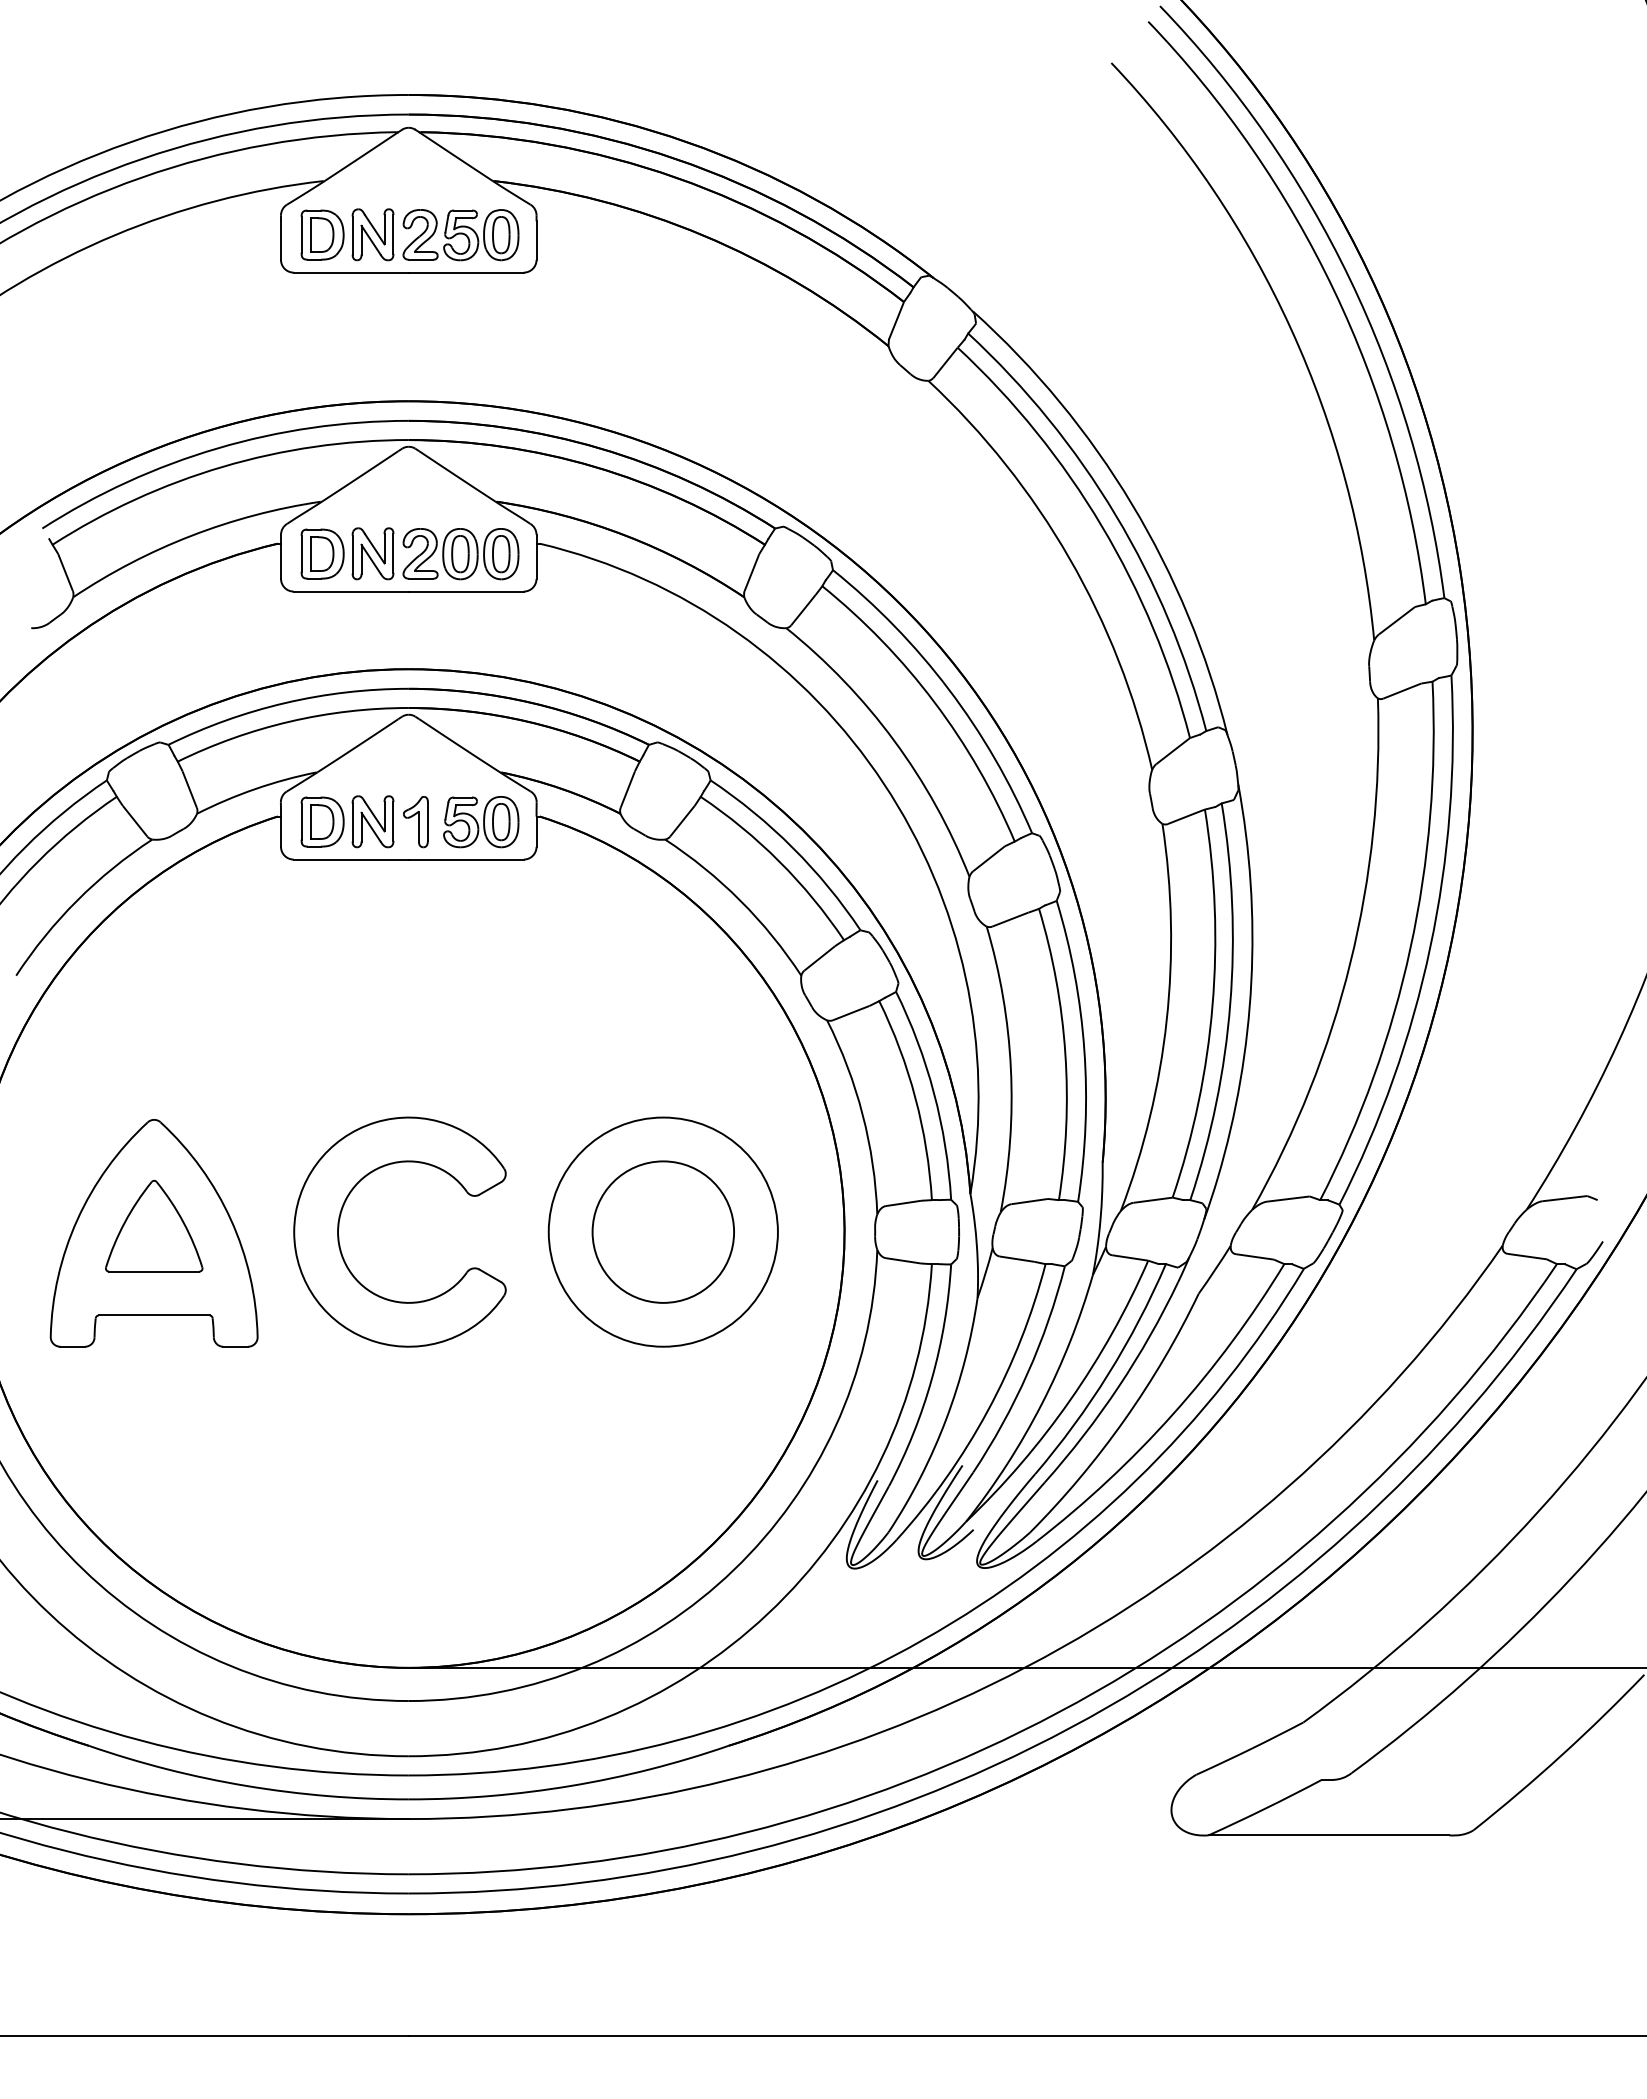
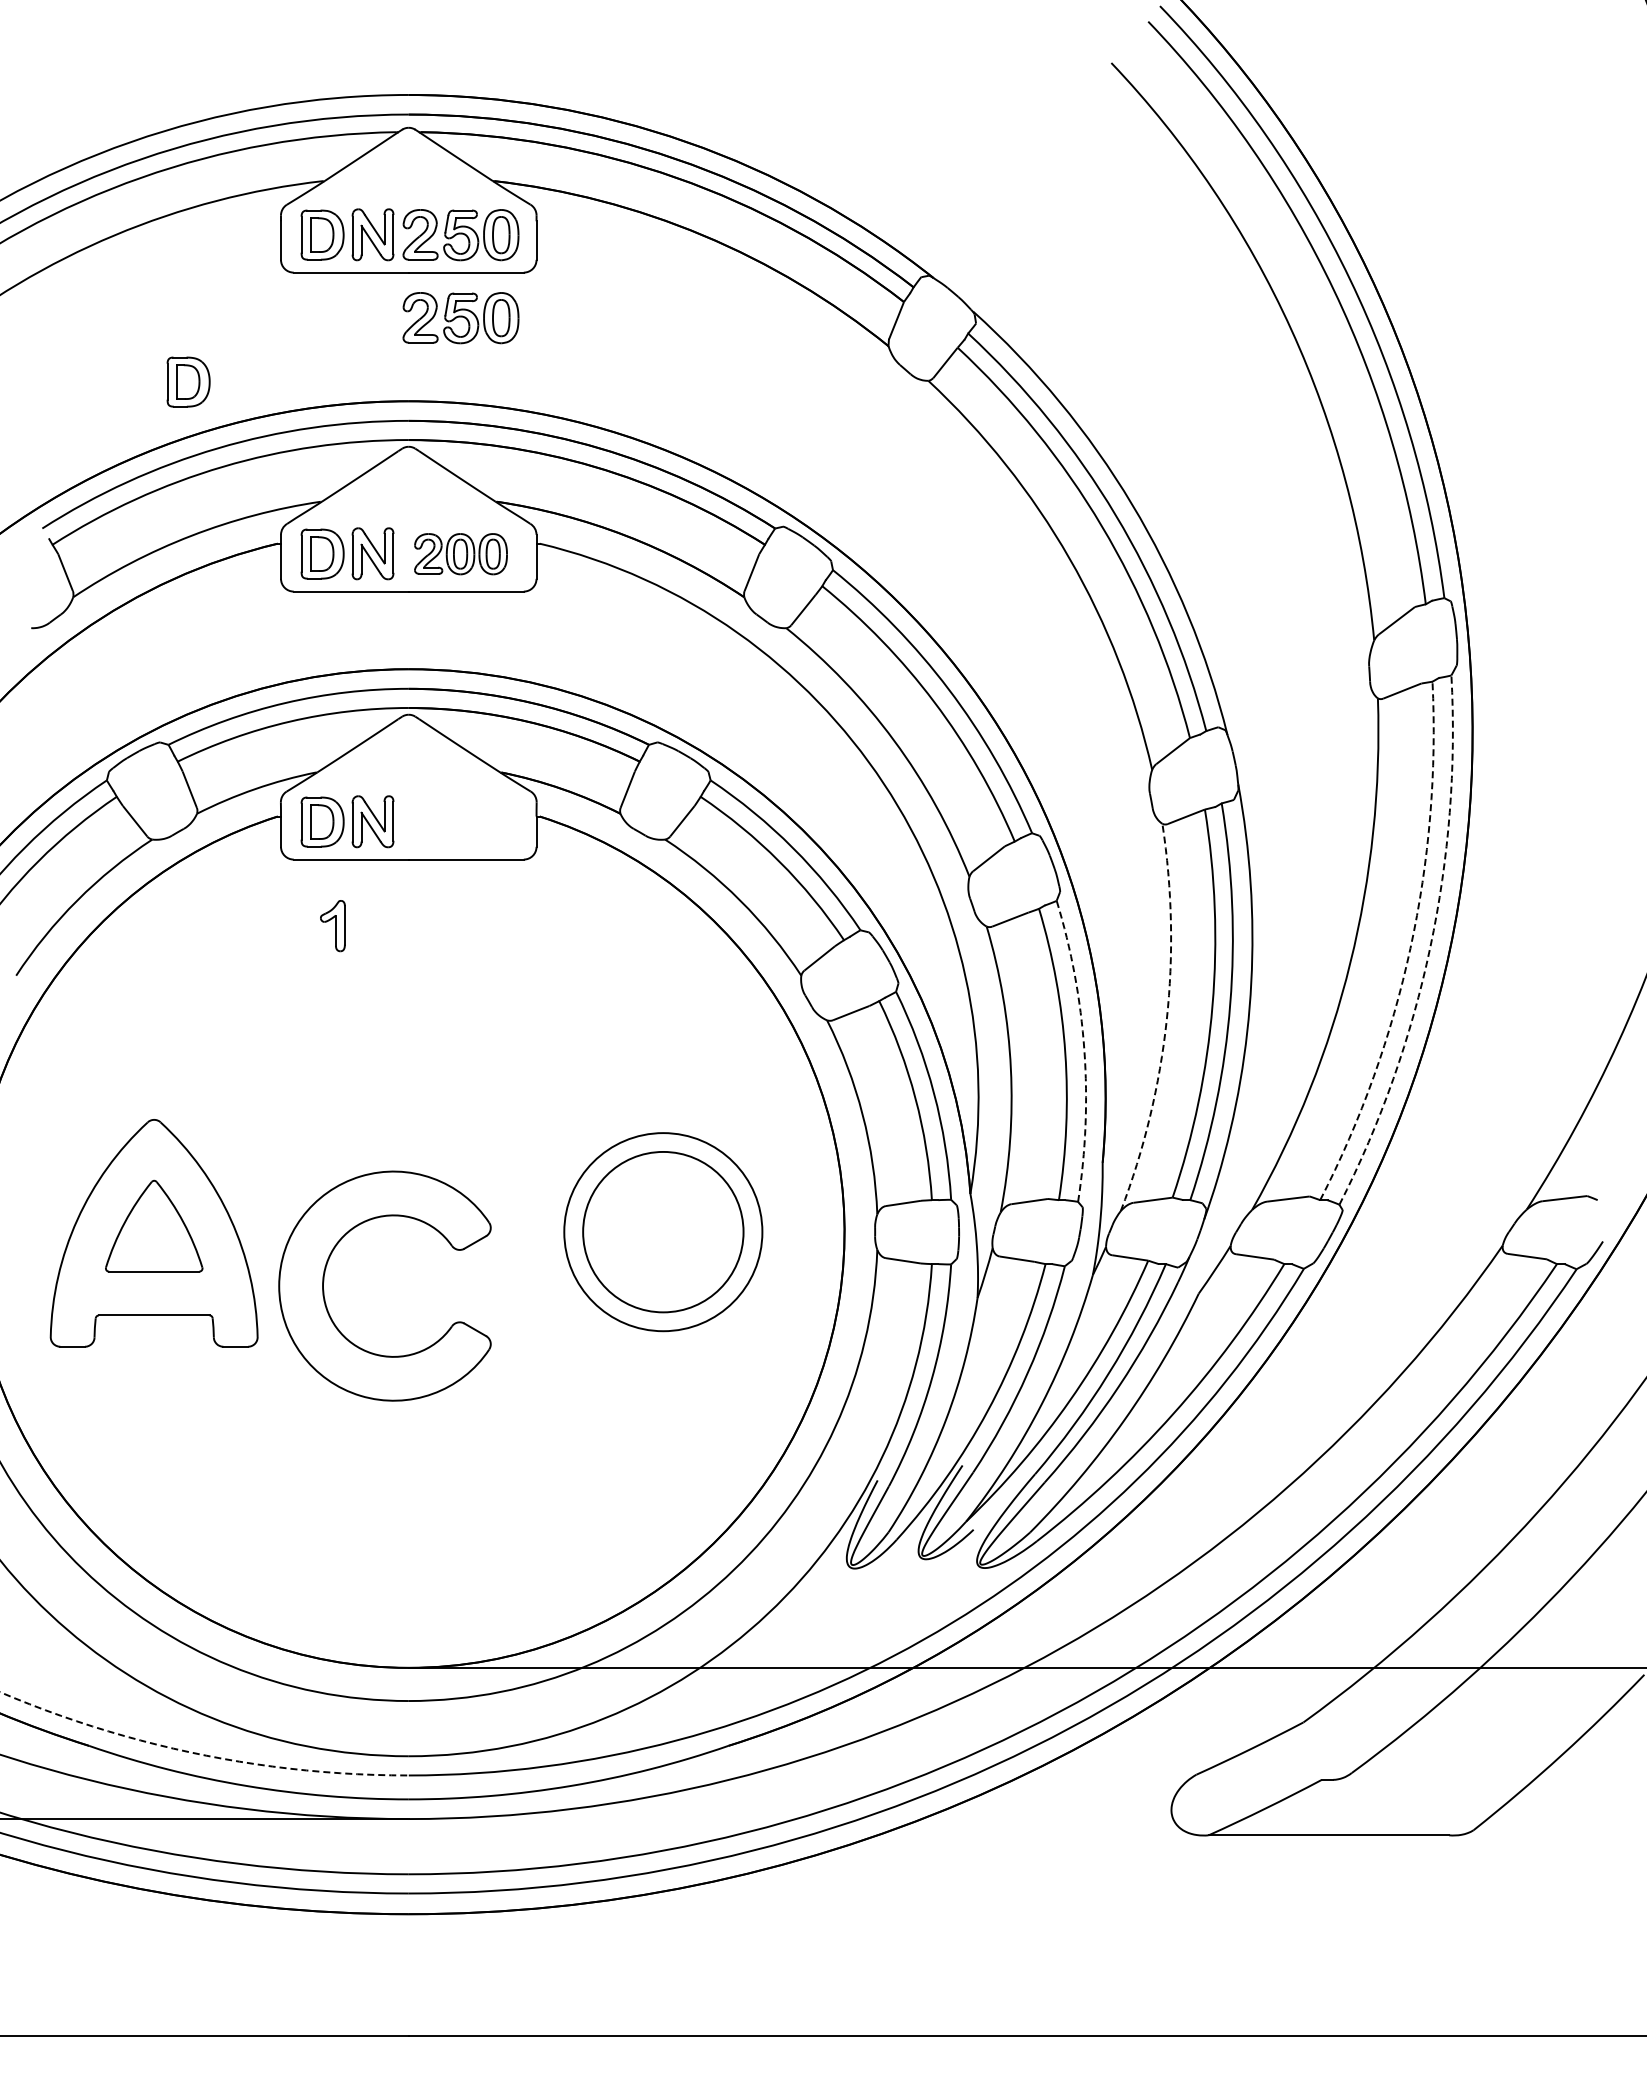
part at (460, 318): none -> present
part at (188, 381): none -> present
part at (460, 554) size: 118x53 px -> 94x43 px
part at (415, 822) position: (415, 822) -> (332, 926)
part at (481, 822): present -> none
arc at (1430, 947): solid -> dashed
arc at (1410, 948): solid -> dashed
arc at (1166, 1020): solid -> dashed
arc at (1084, 1050): solid -> dashed
part at (339, 1227) position: (339, 1227) -> (324, 1281)
circle at (662, 1231) diameter: 229 px -> 160 px
circle at (663, 1231) diameter: 142 px -> 198 px
arc at (200, 1754): solid -> dashed
